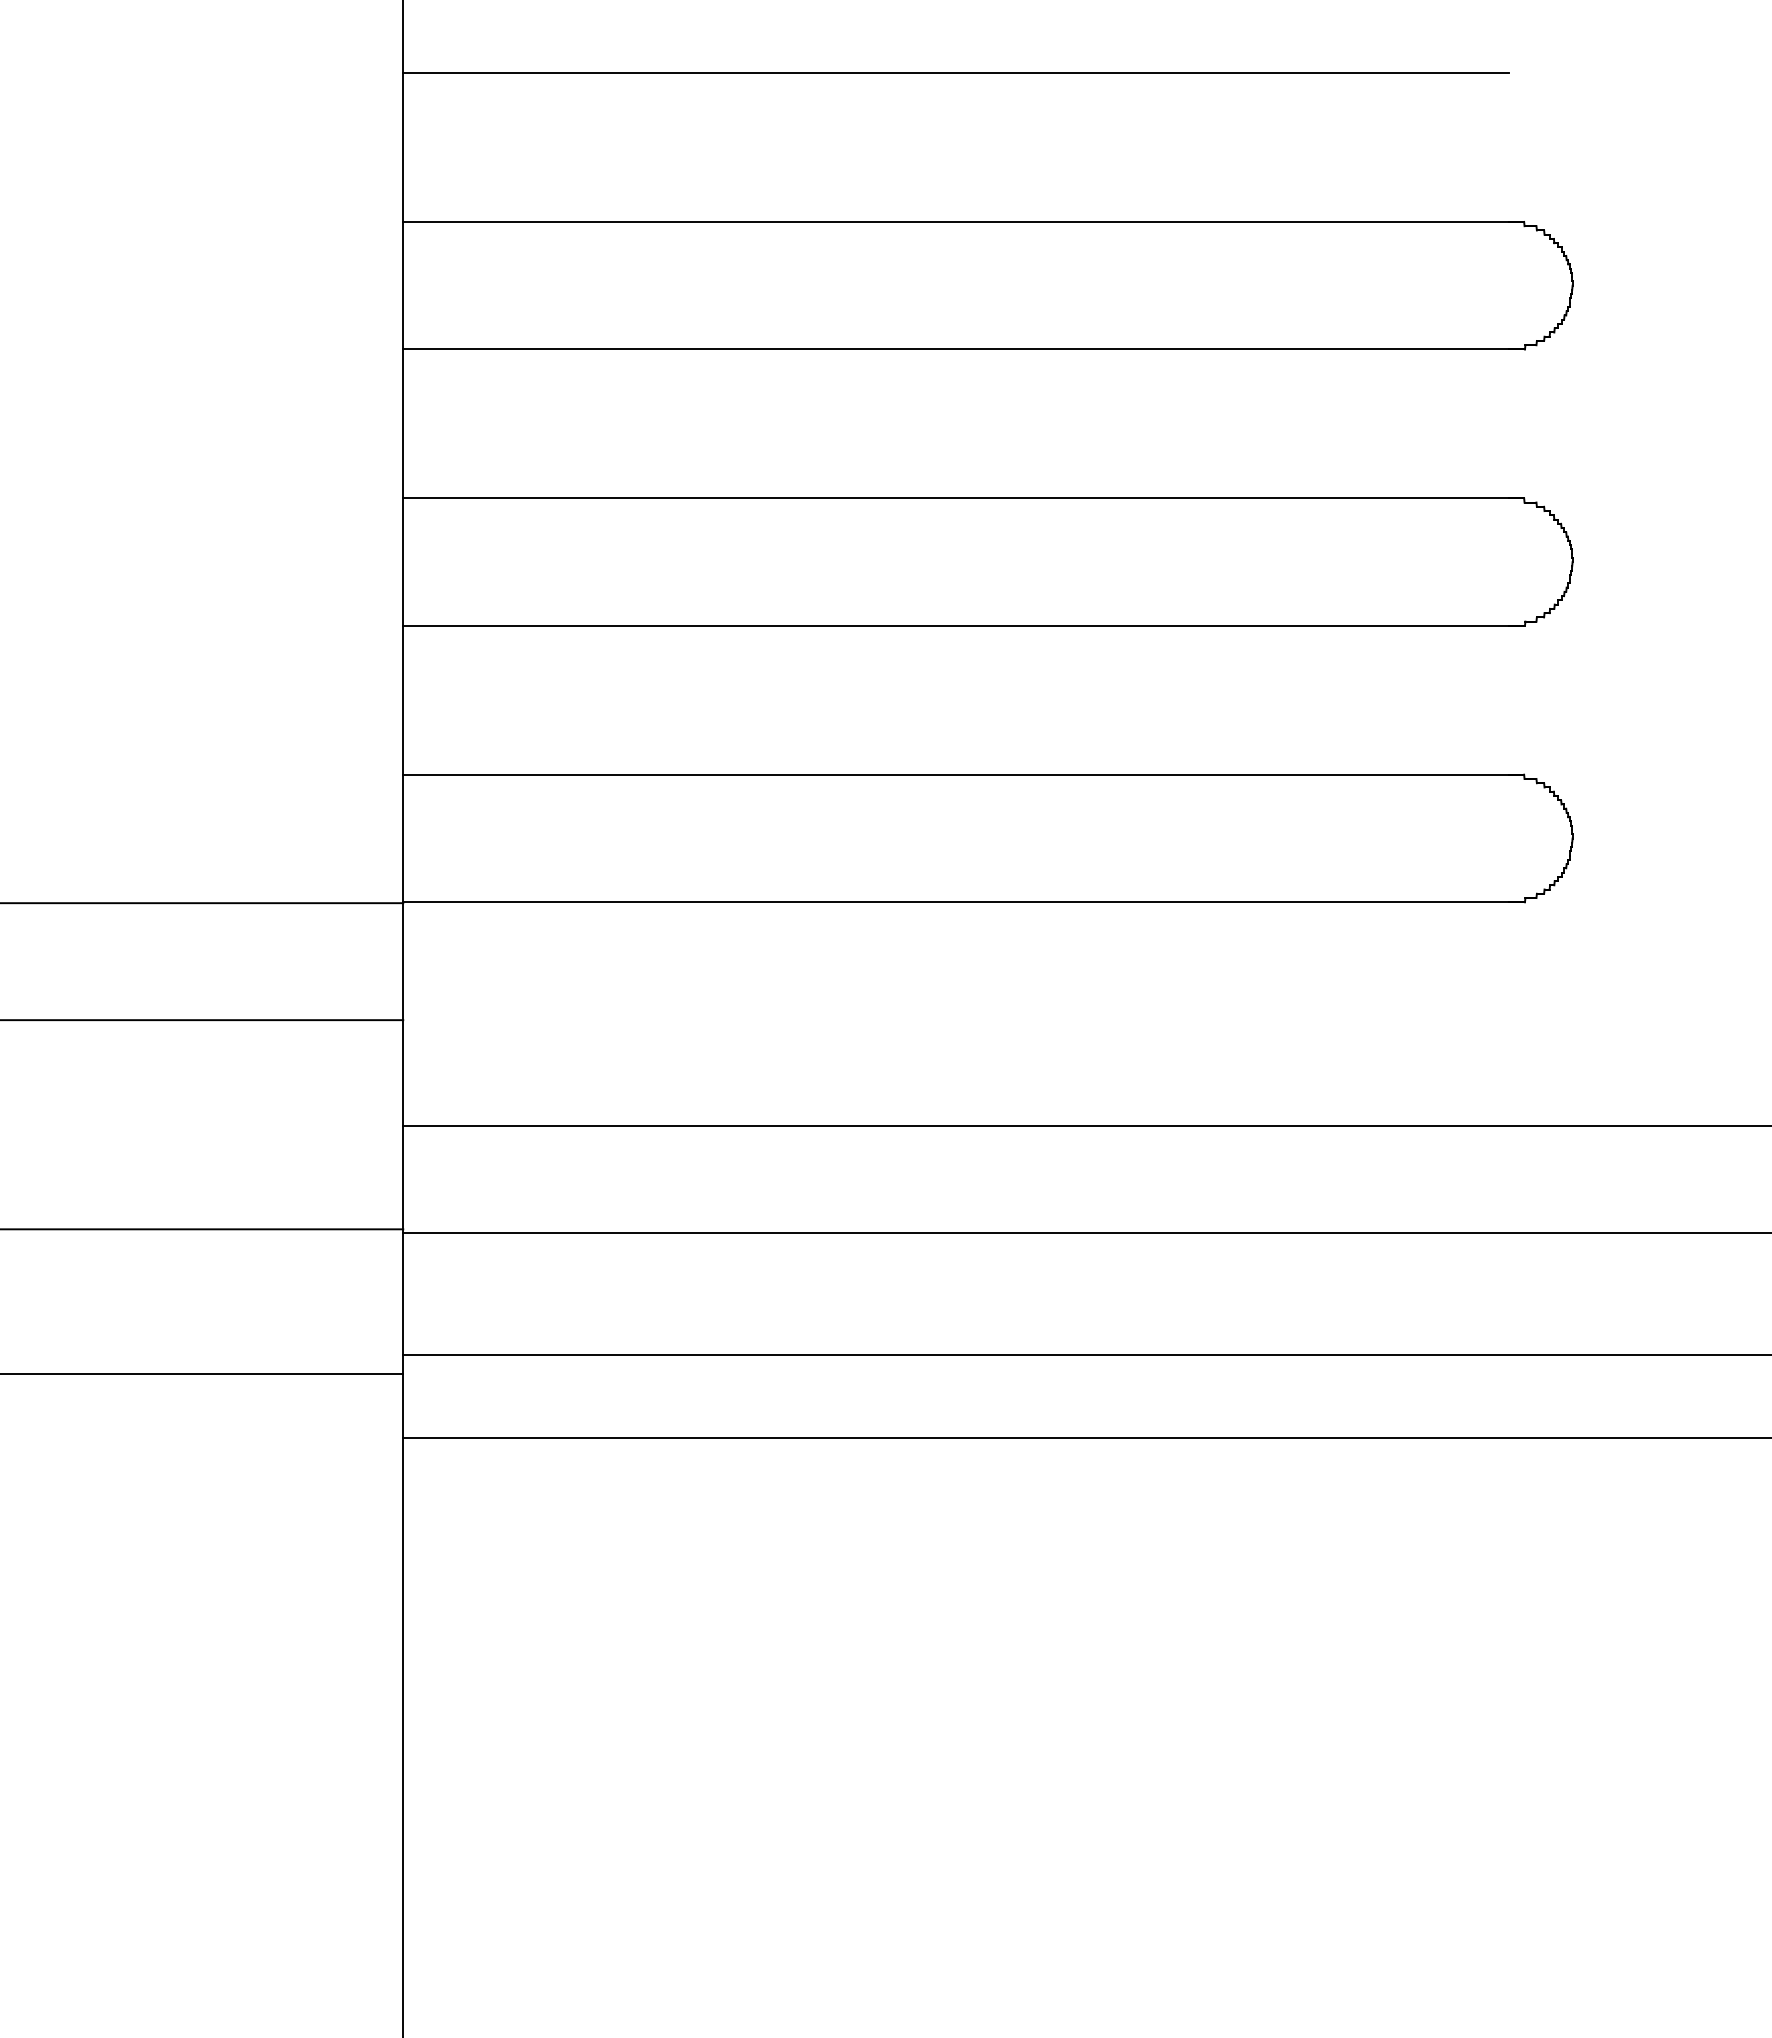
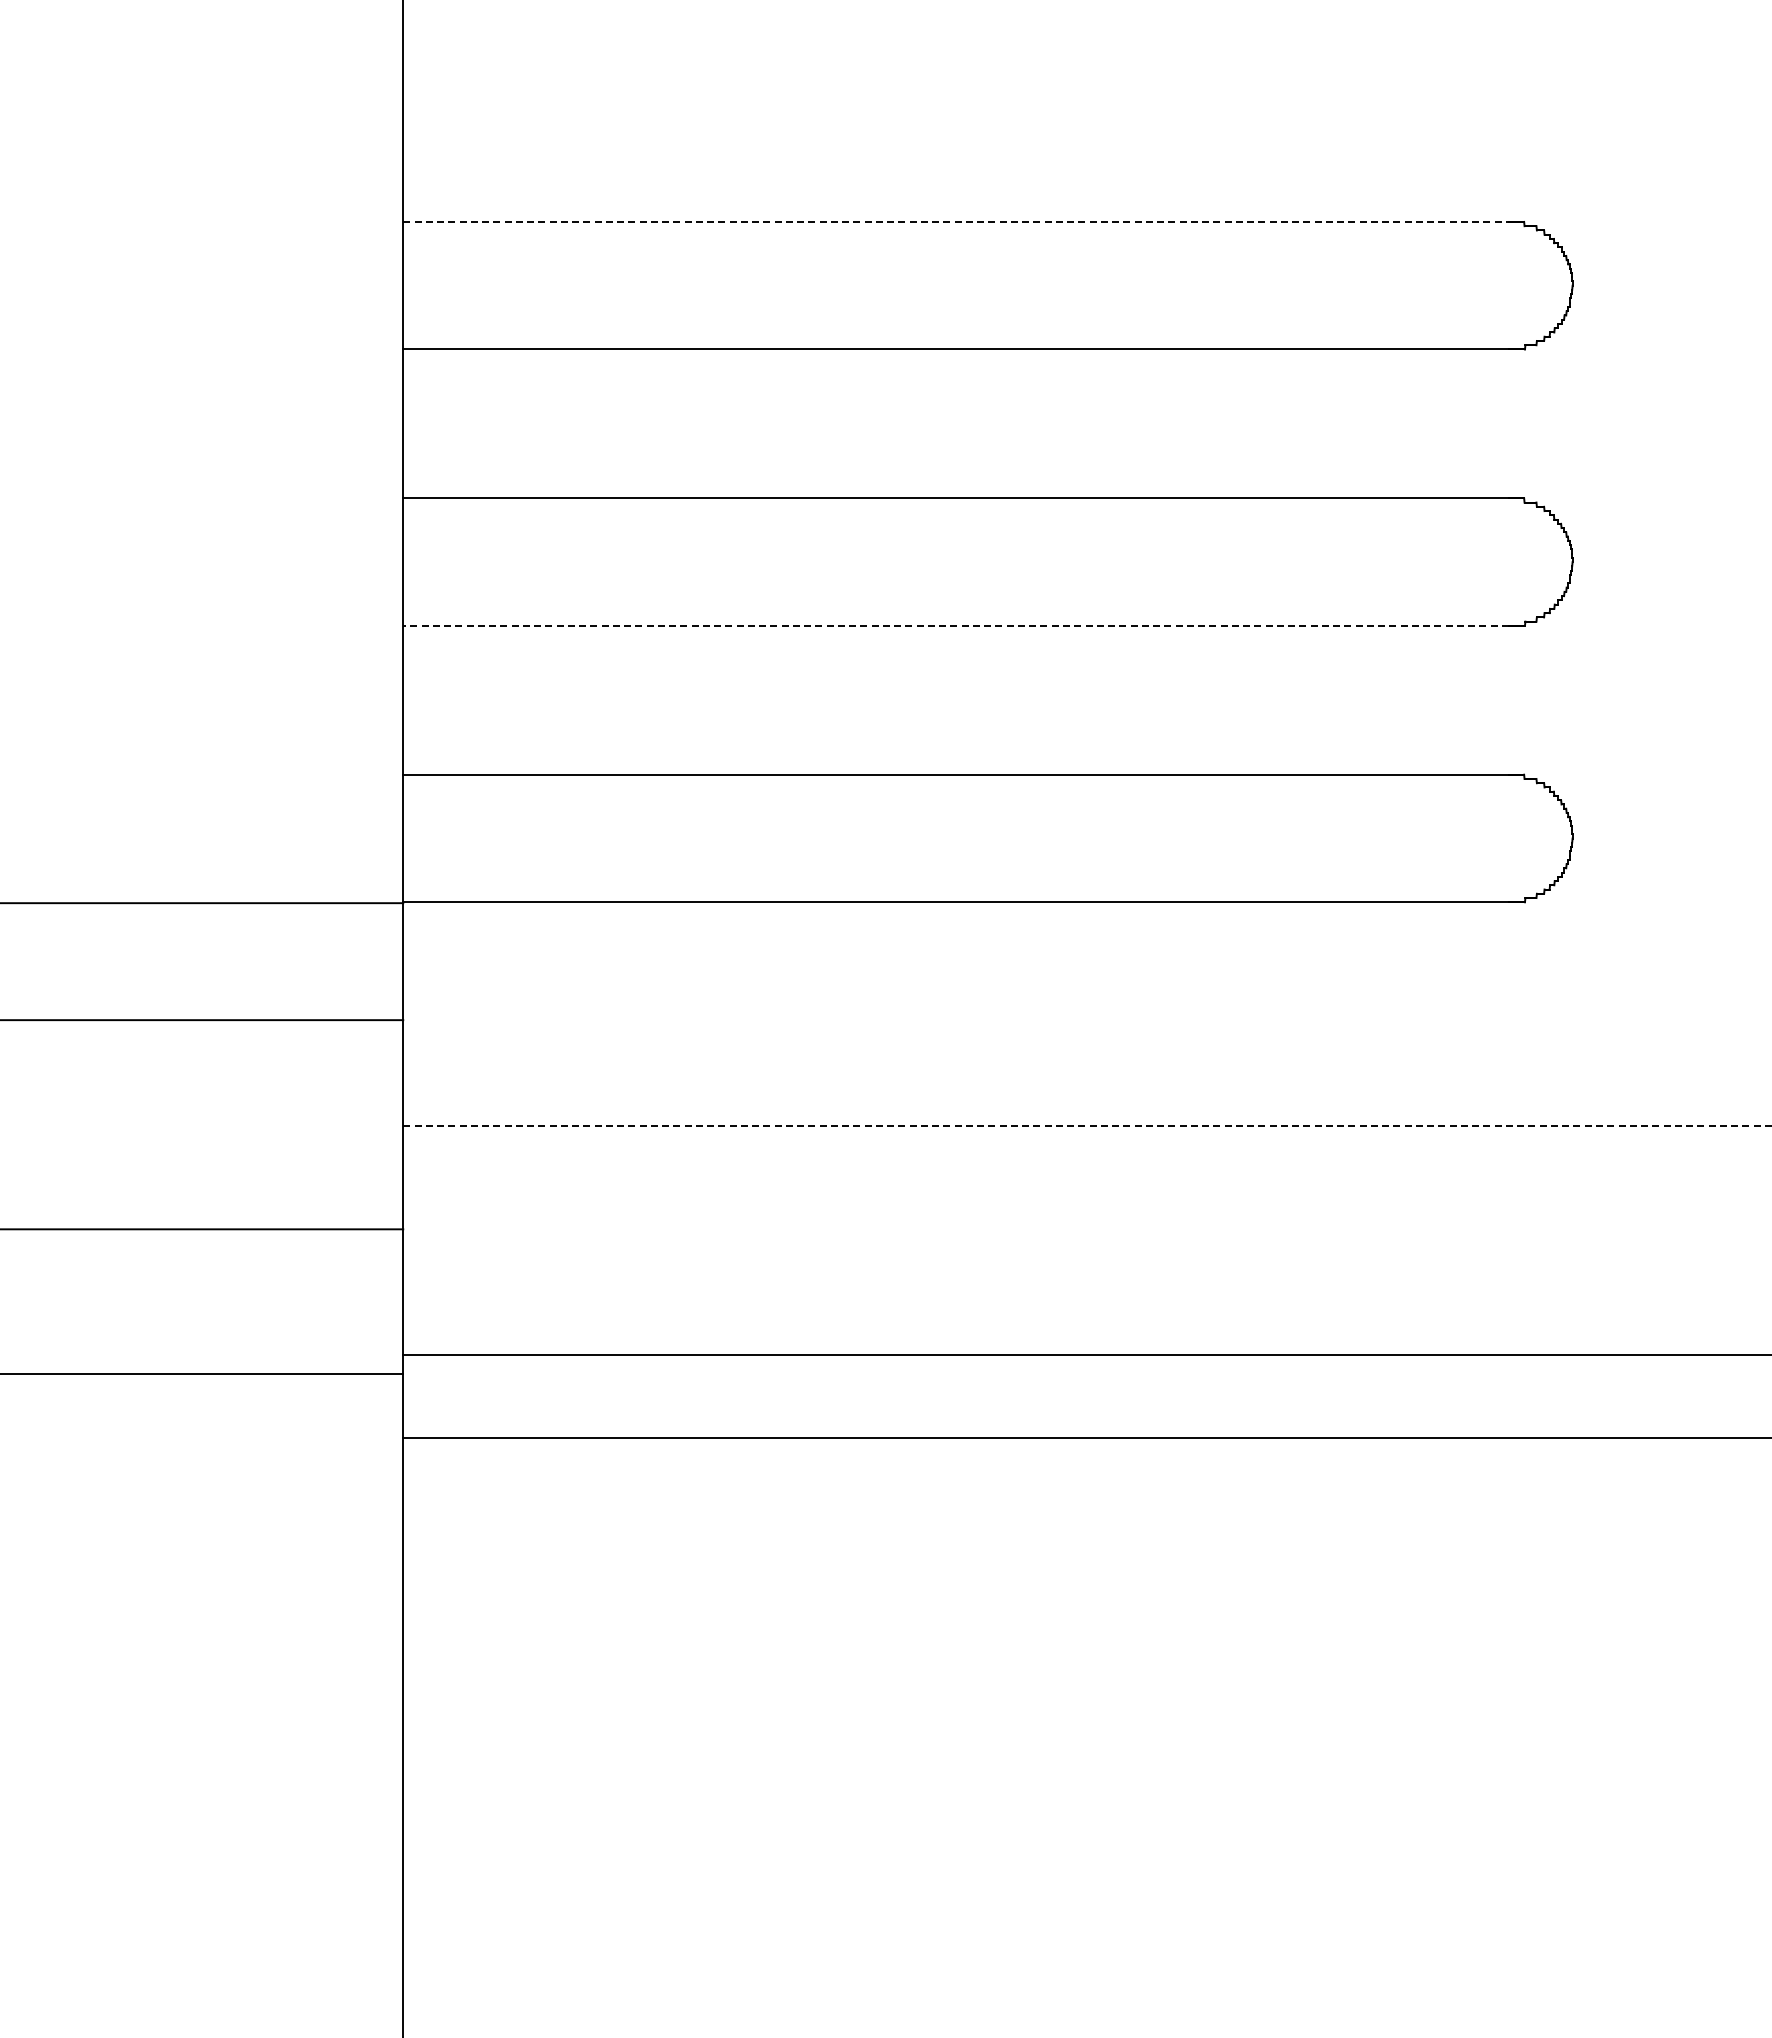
line at (955, 73): present -> none
line at (956, 221): solid -> dashed
line at (956, 625): solid -> dashed
line at (1088, 1125): solid -> dashed
line at (1085, 1233): present -> none
